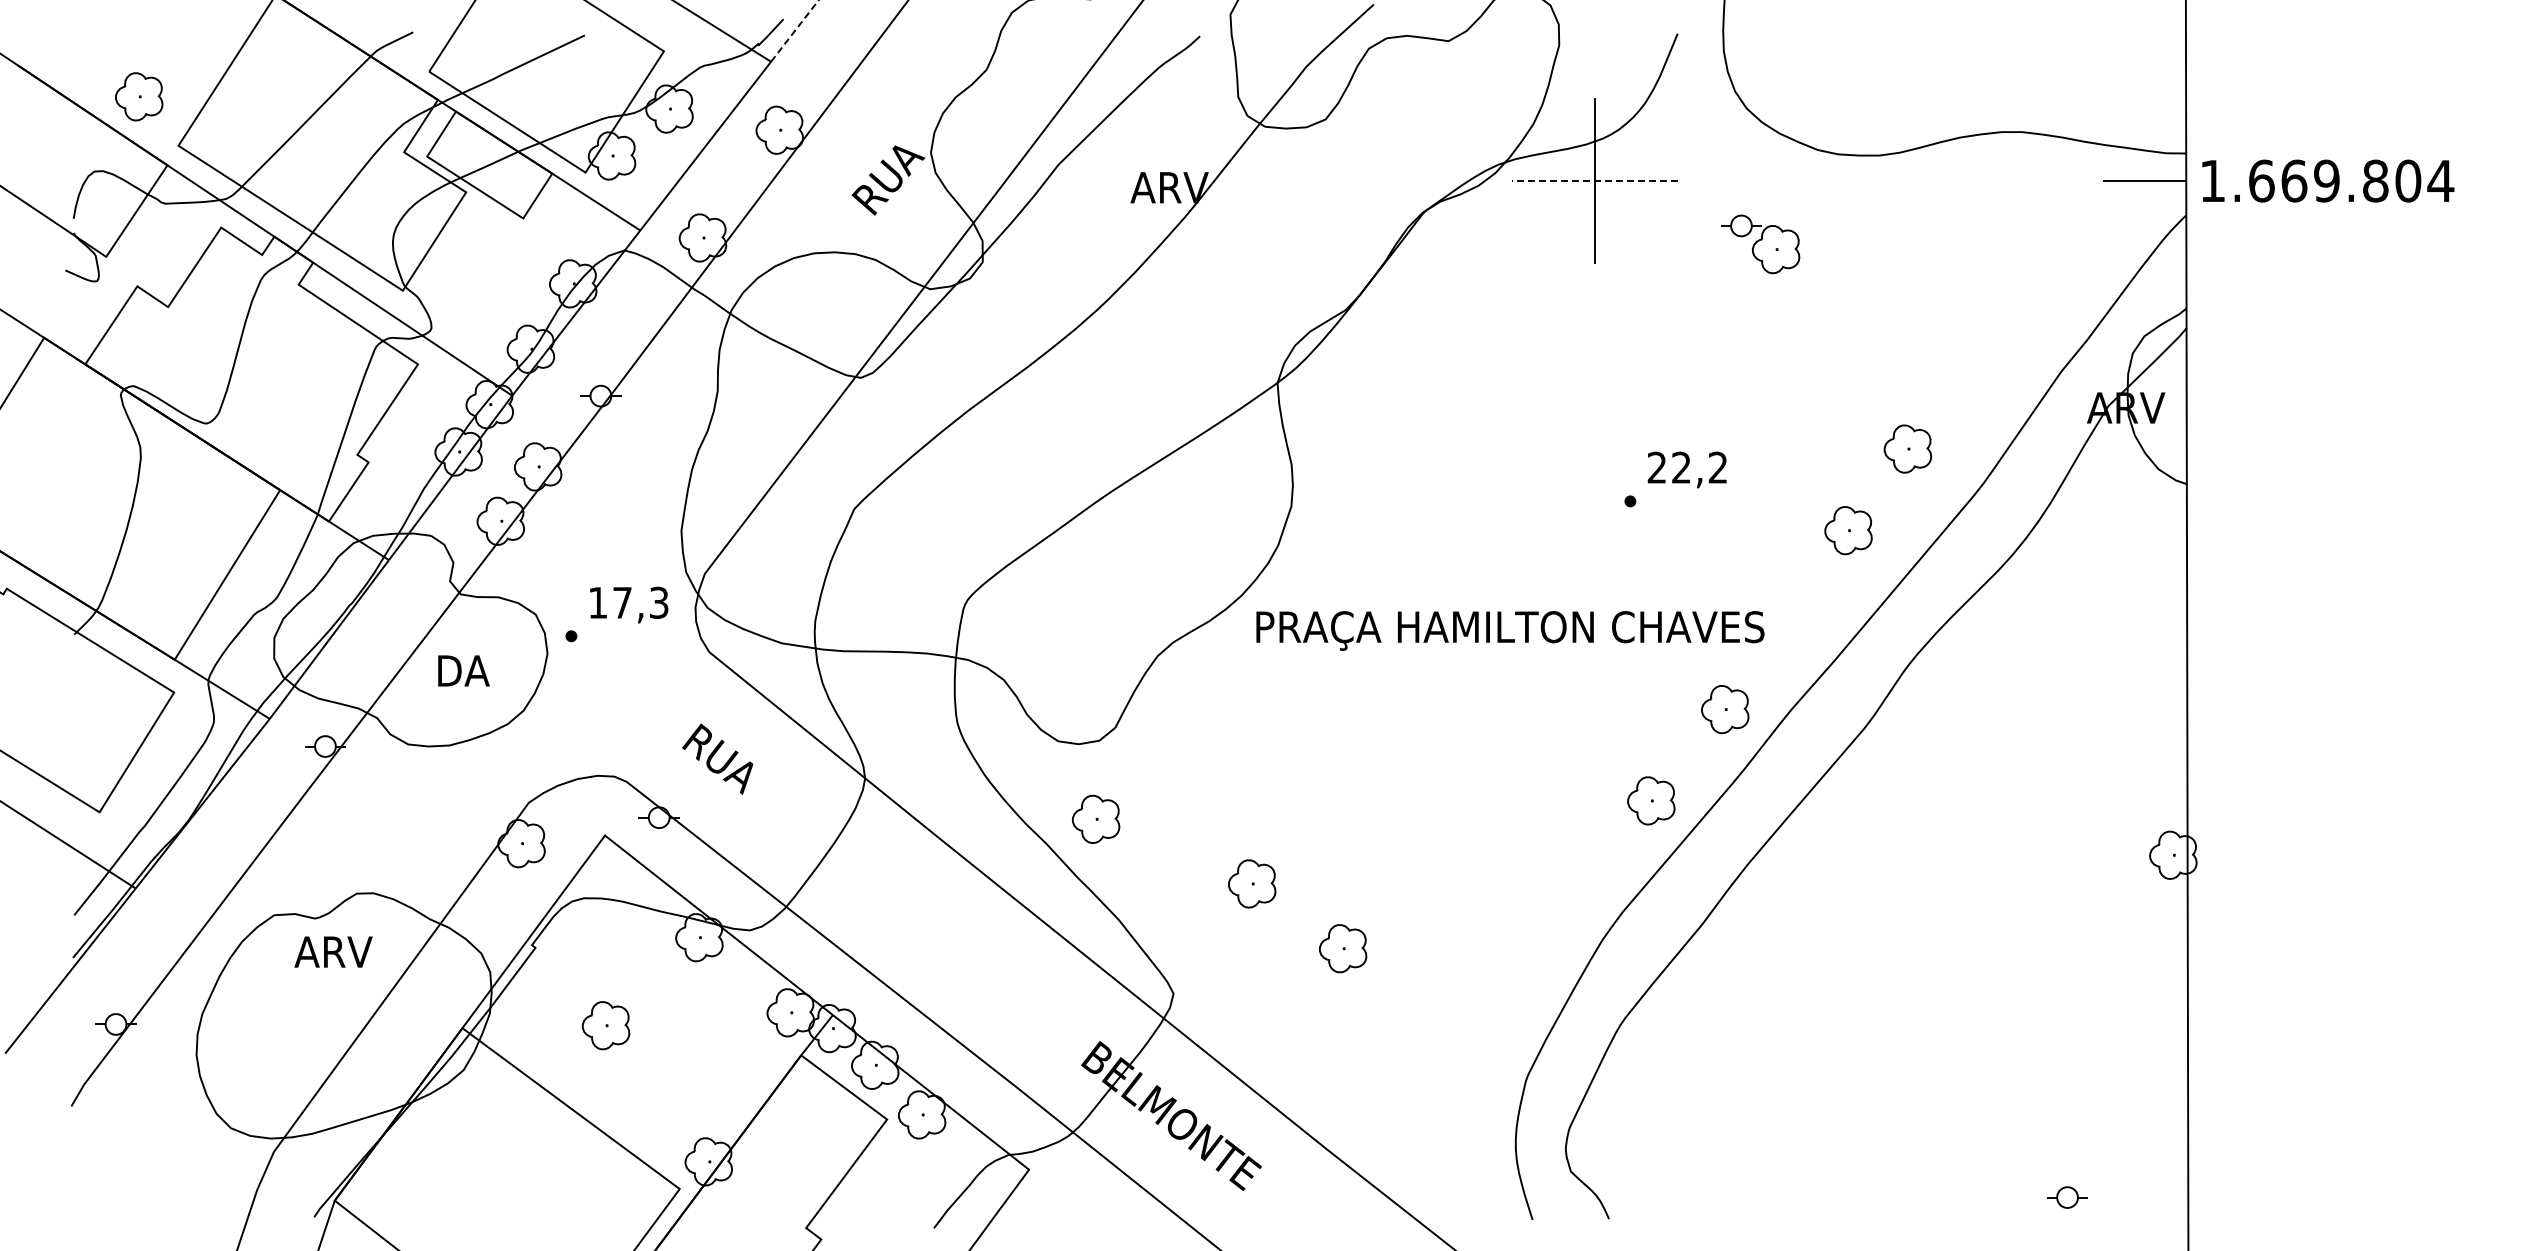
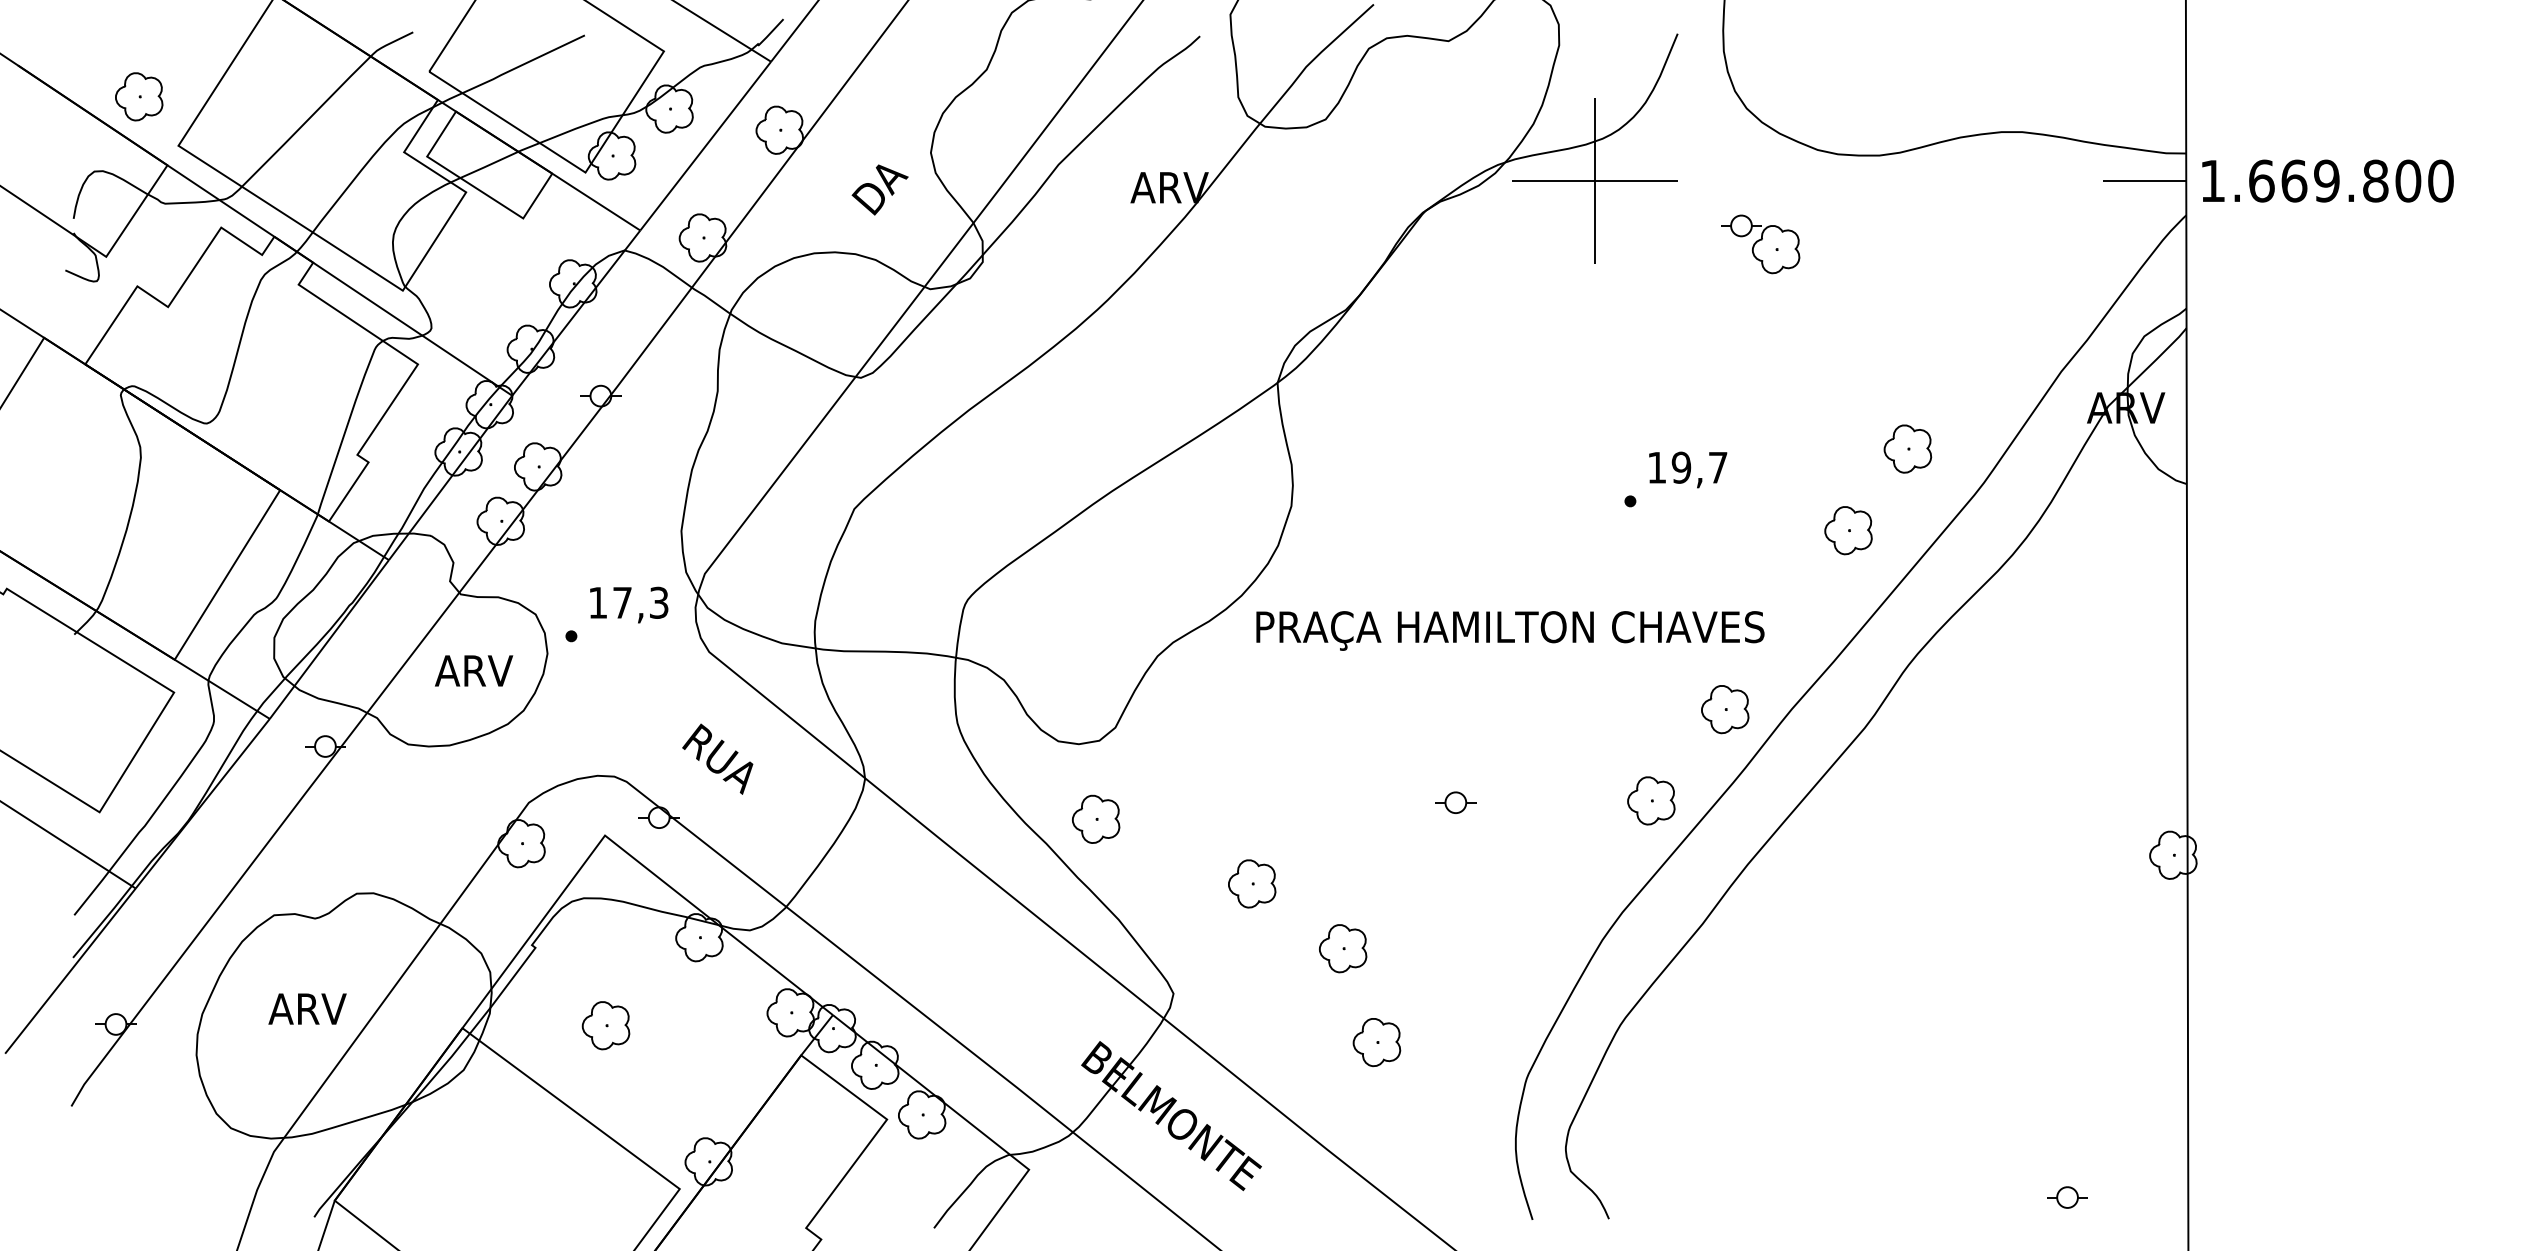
line at (794, 30): dashed -> solid
text at (892, 178): RUA -> DA
text at (2440, 180): 1.669.804 -> 1.669.800
line at (1594, 181): dashed -> solid
text at (1687, 467): 22,2 -> 19,7
text at (473, 670): DA -> ARV
part at (1455, 802): none -> present
text at (333, 951) position: (333, 951) -> (307, 1008)
part at (1376, 1042): none -> present
